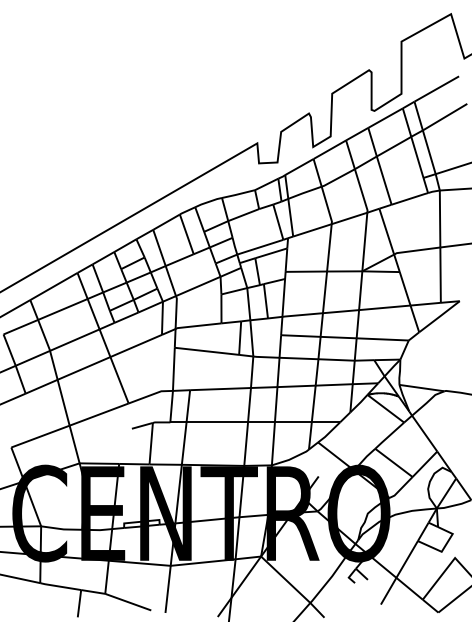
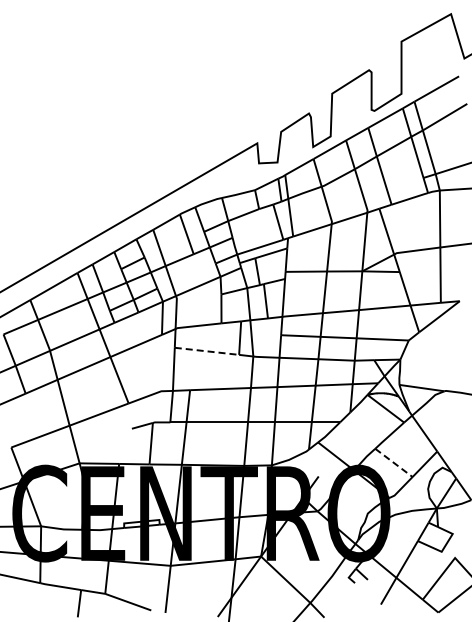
line at (207, 351): solid -> dashed
line at (394, 463): solid -> dashed
